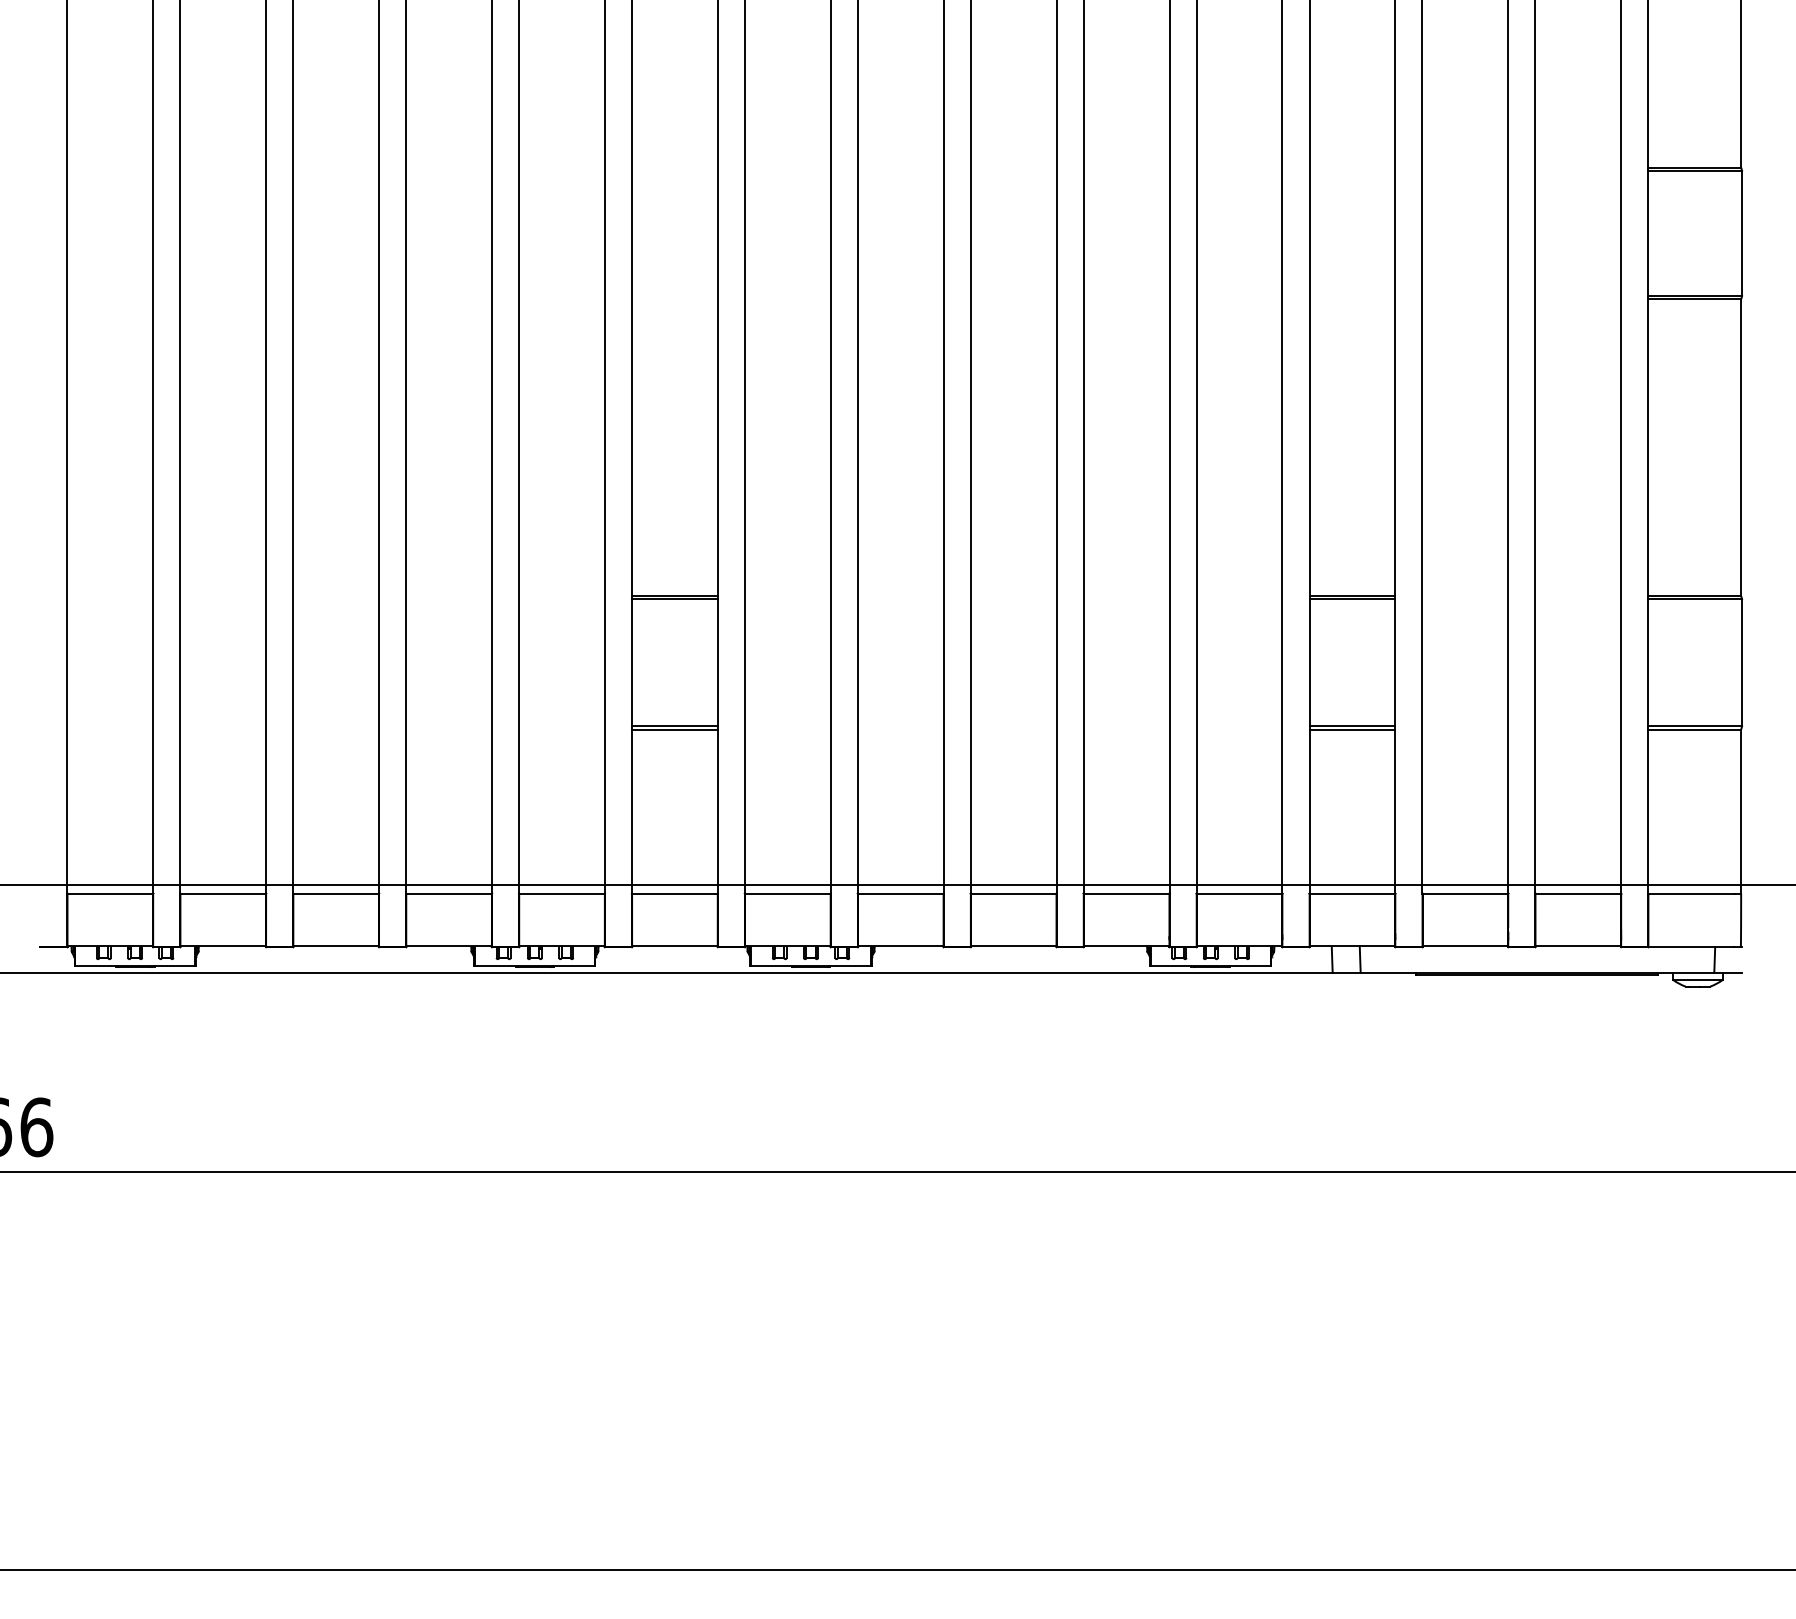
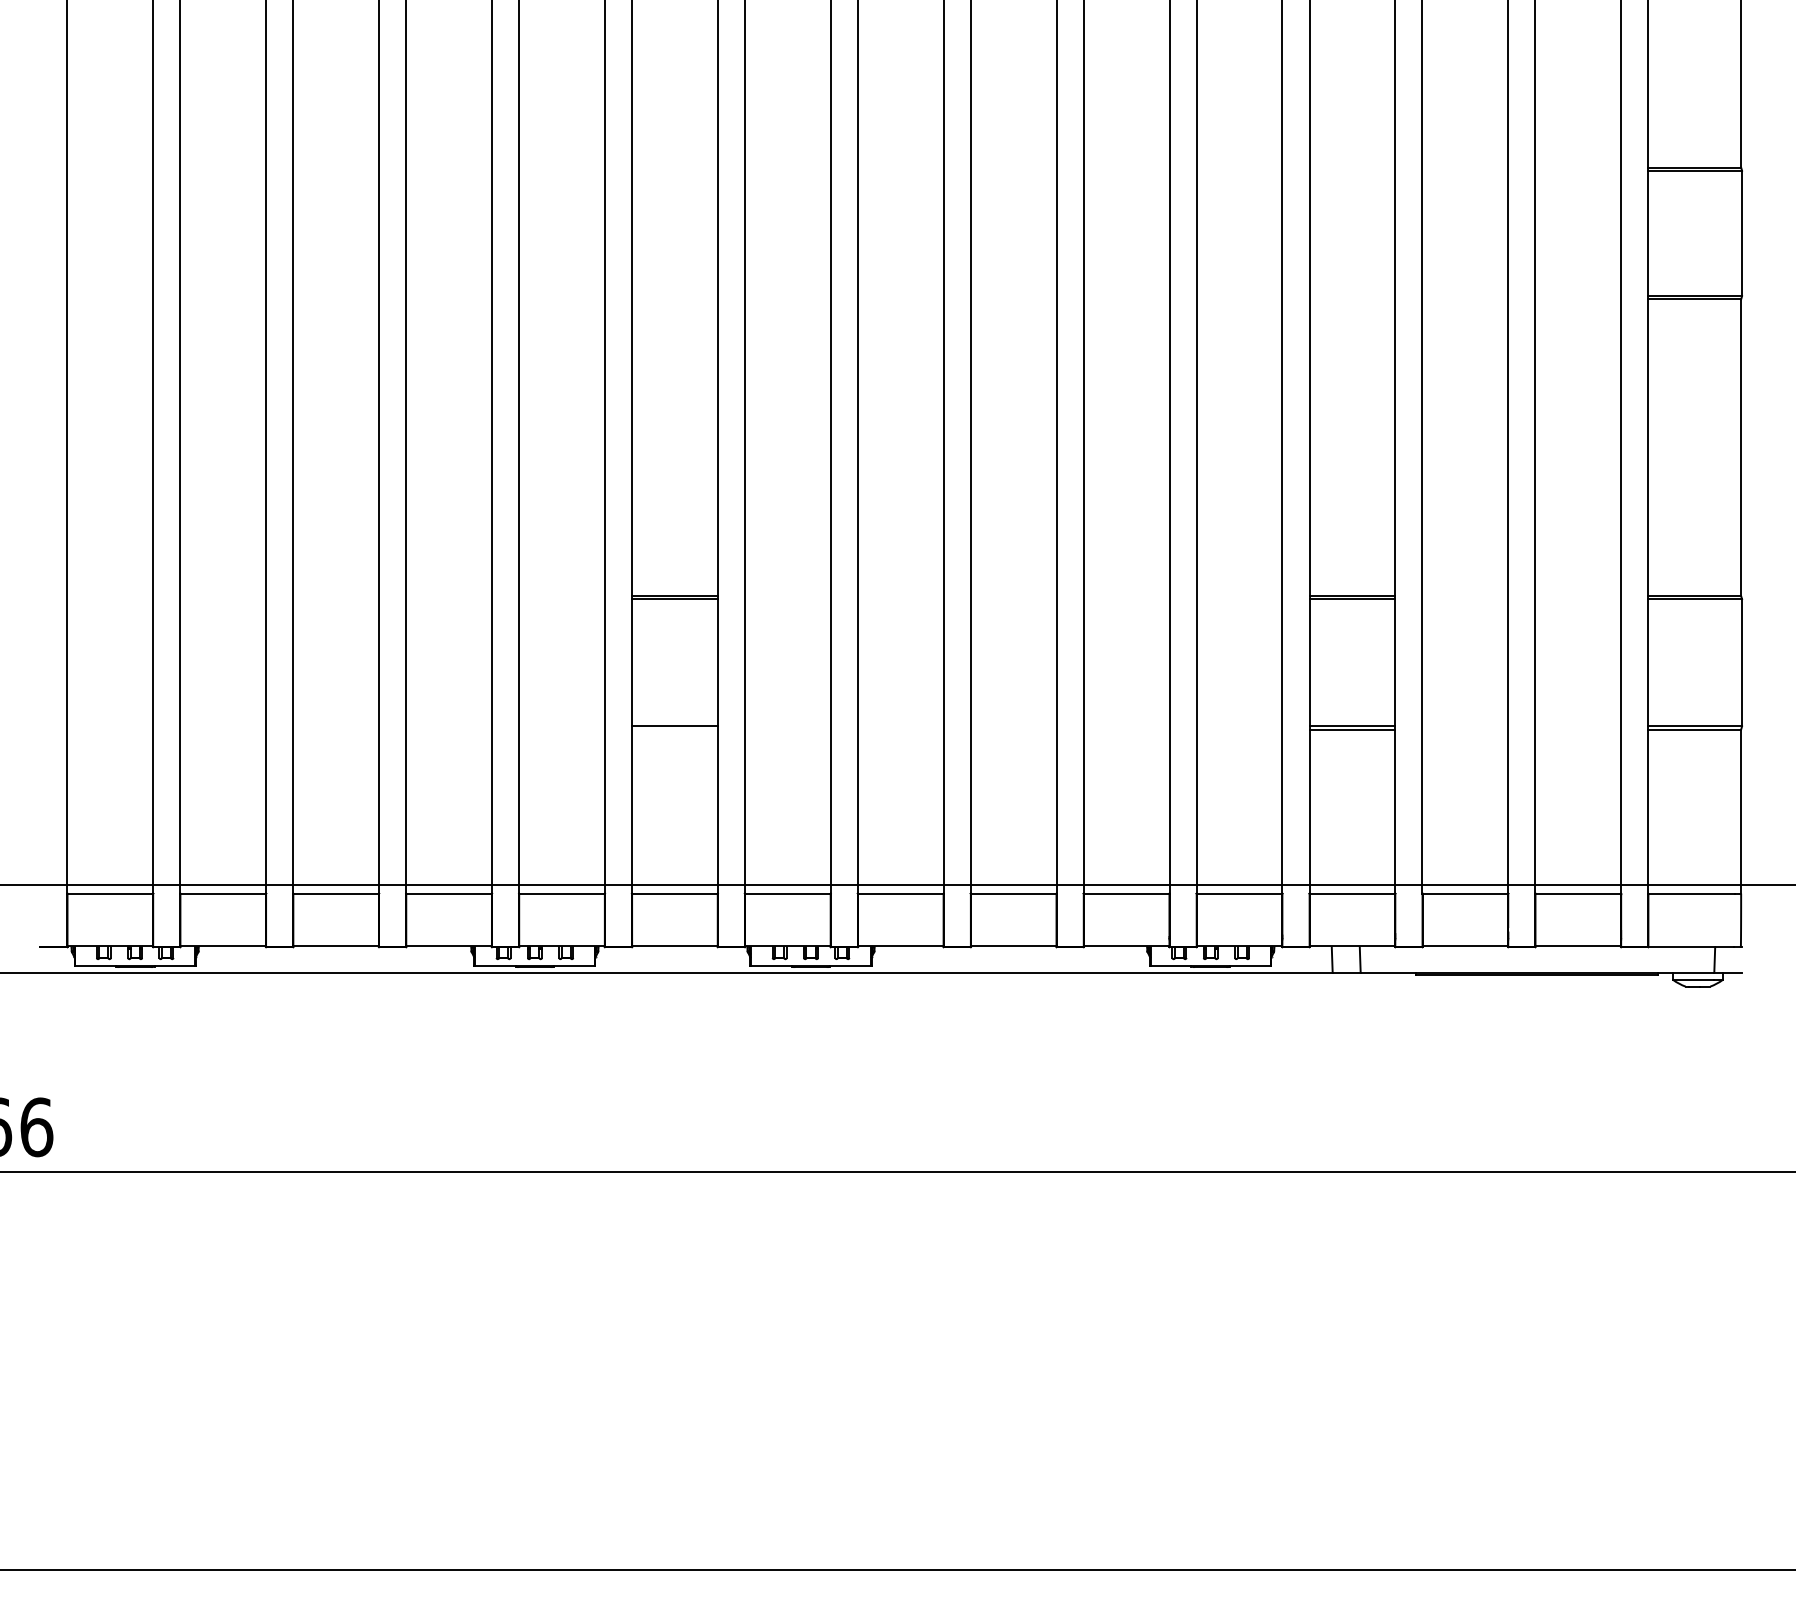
line at (674, 729): present -> none
